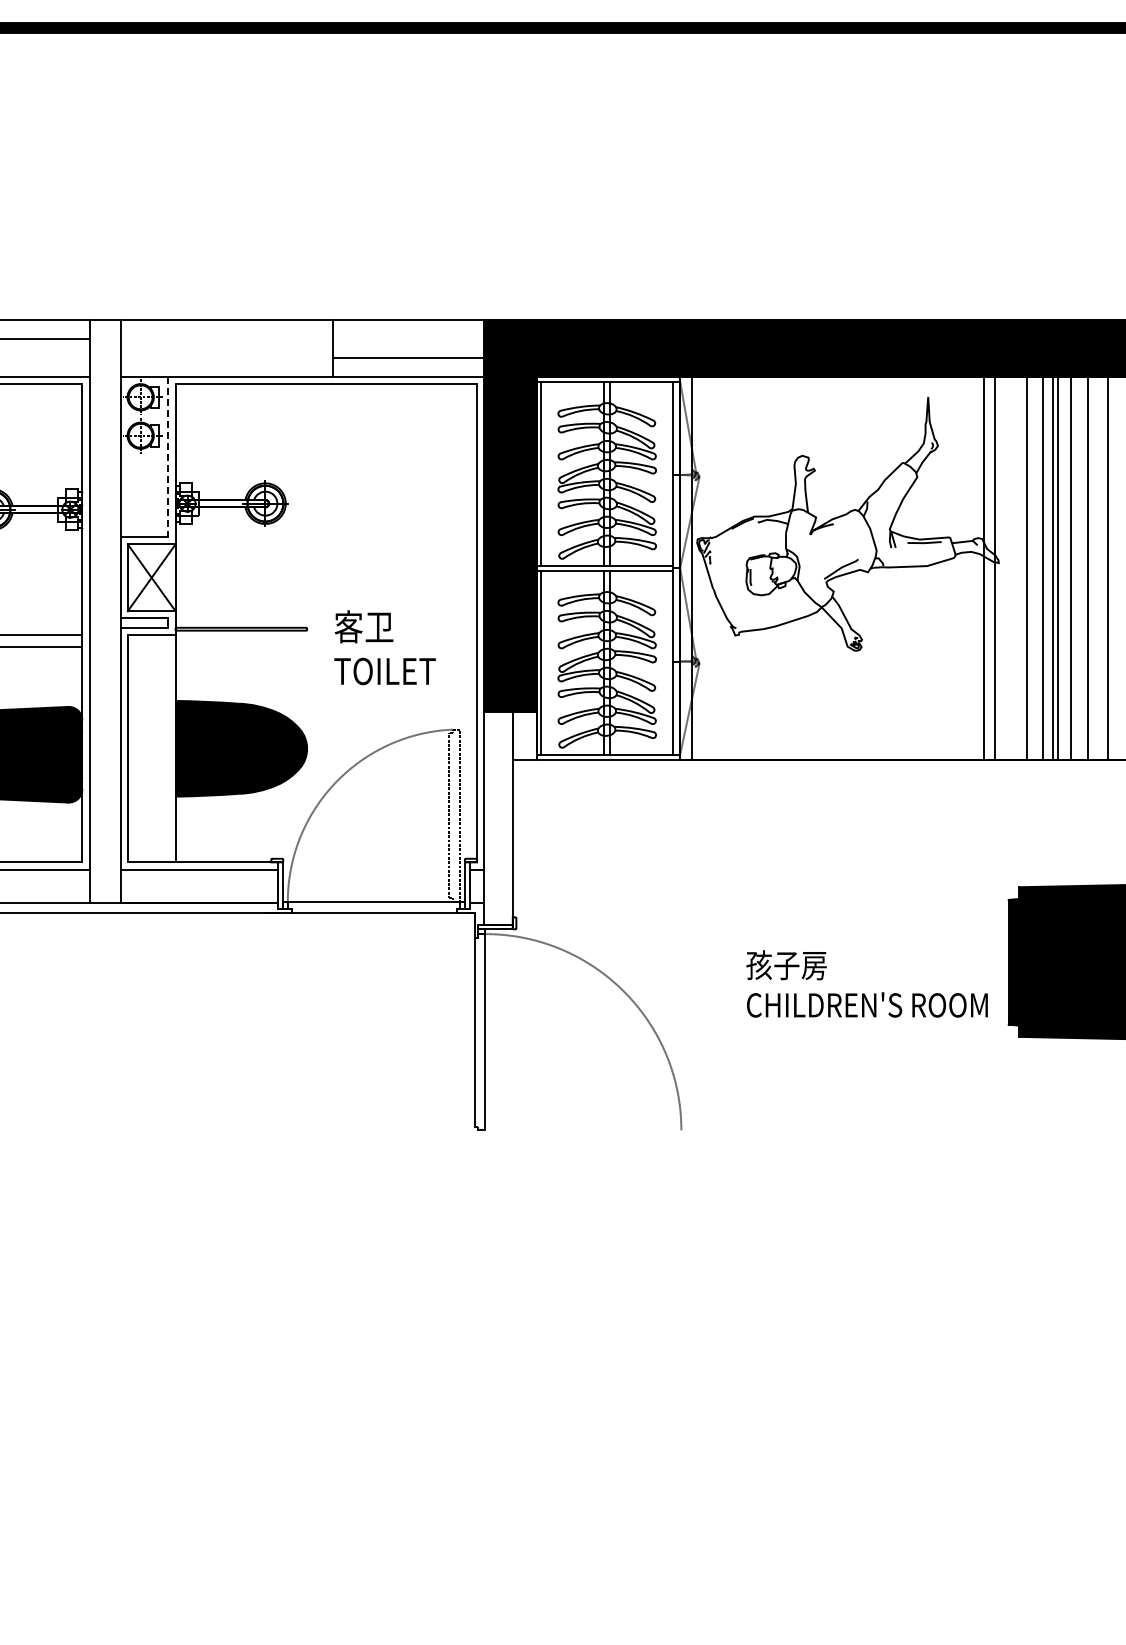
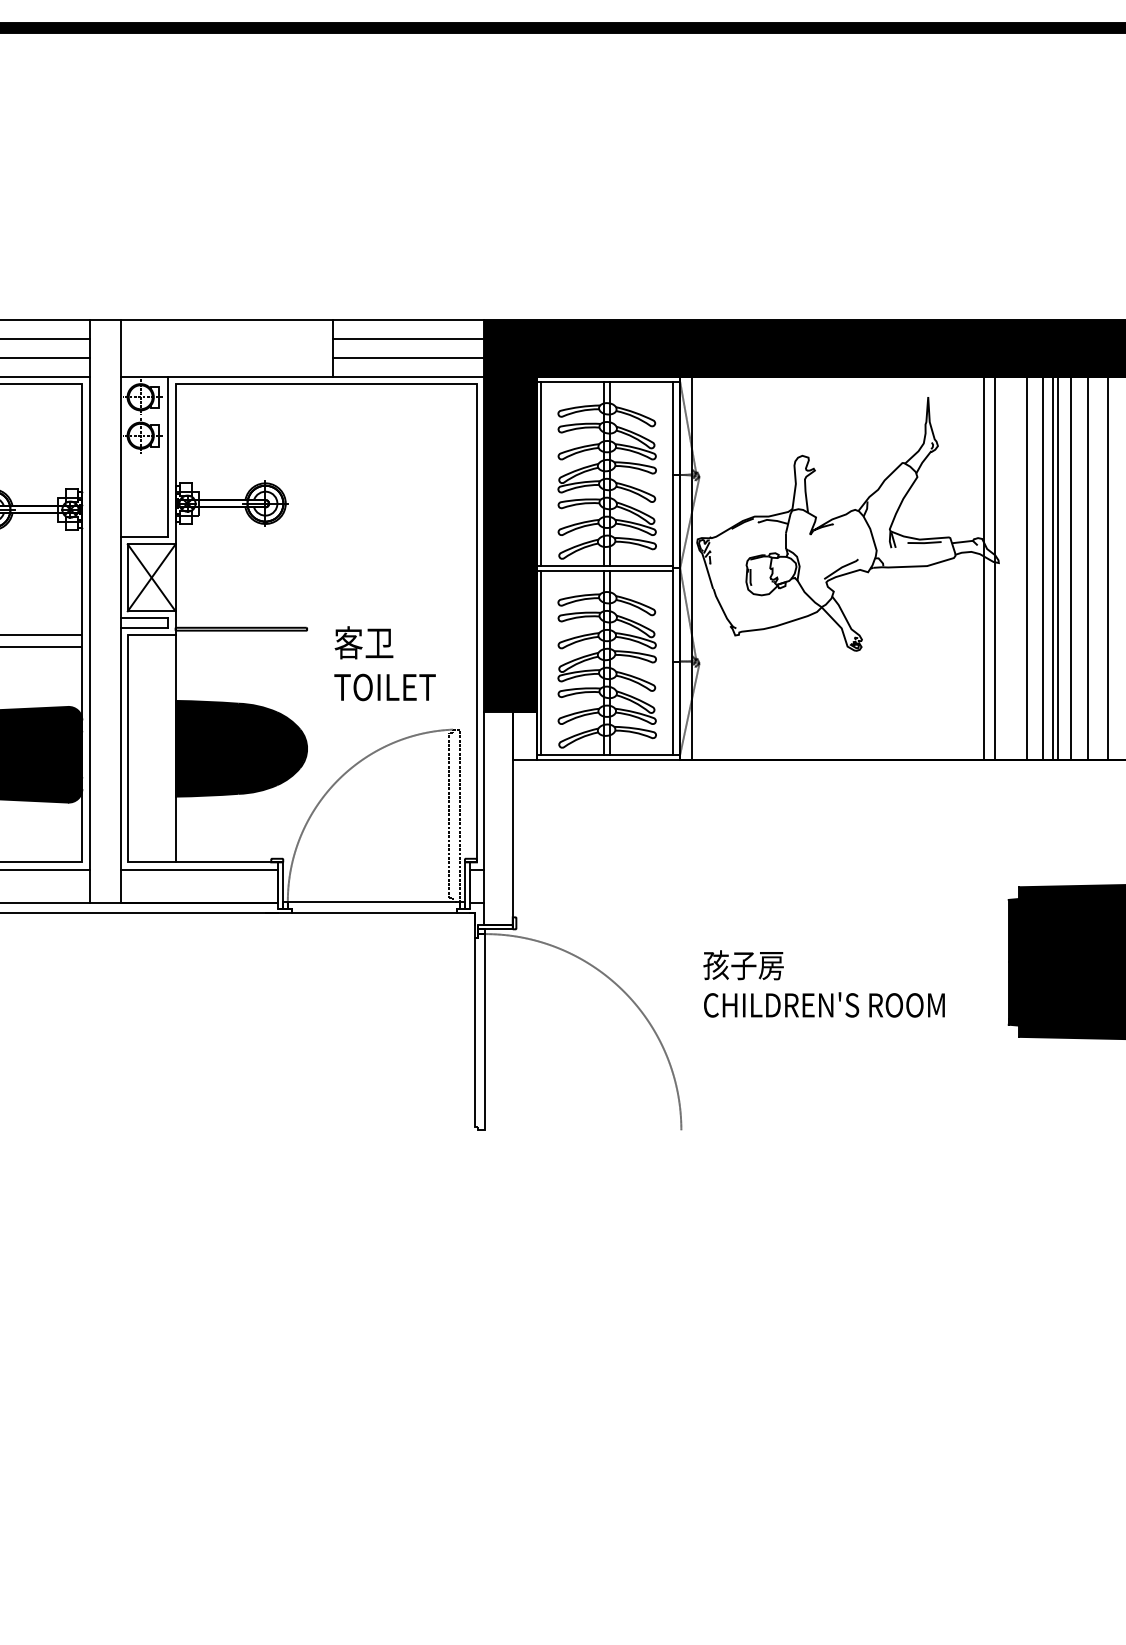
line at (408, 338): none -> present
line at (45, 357): none -> present
line at (168, 457): dashed -> solid
text at (384, 647) position: (384, 647) -> (384, 663)
text at (866, 983) position: (866, 983) -> (823, 983)
